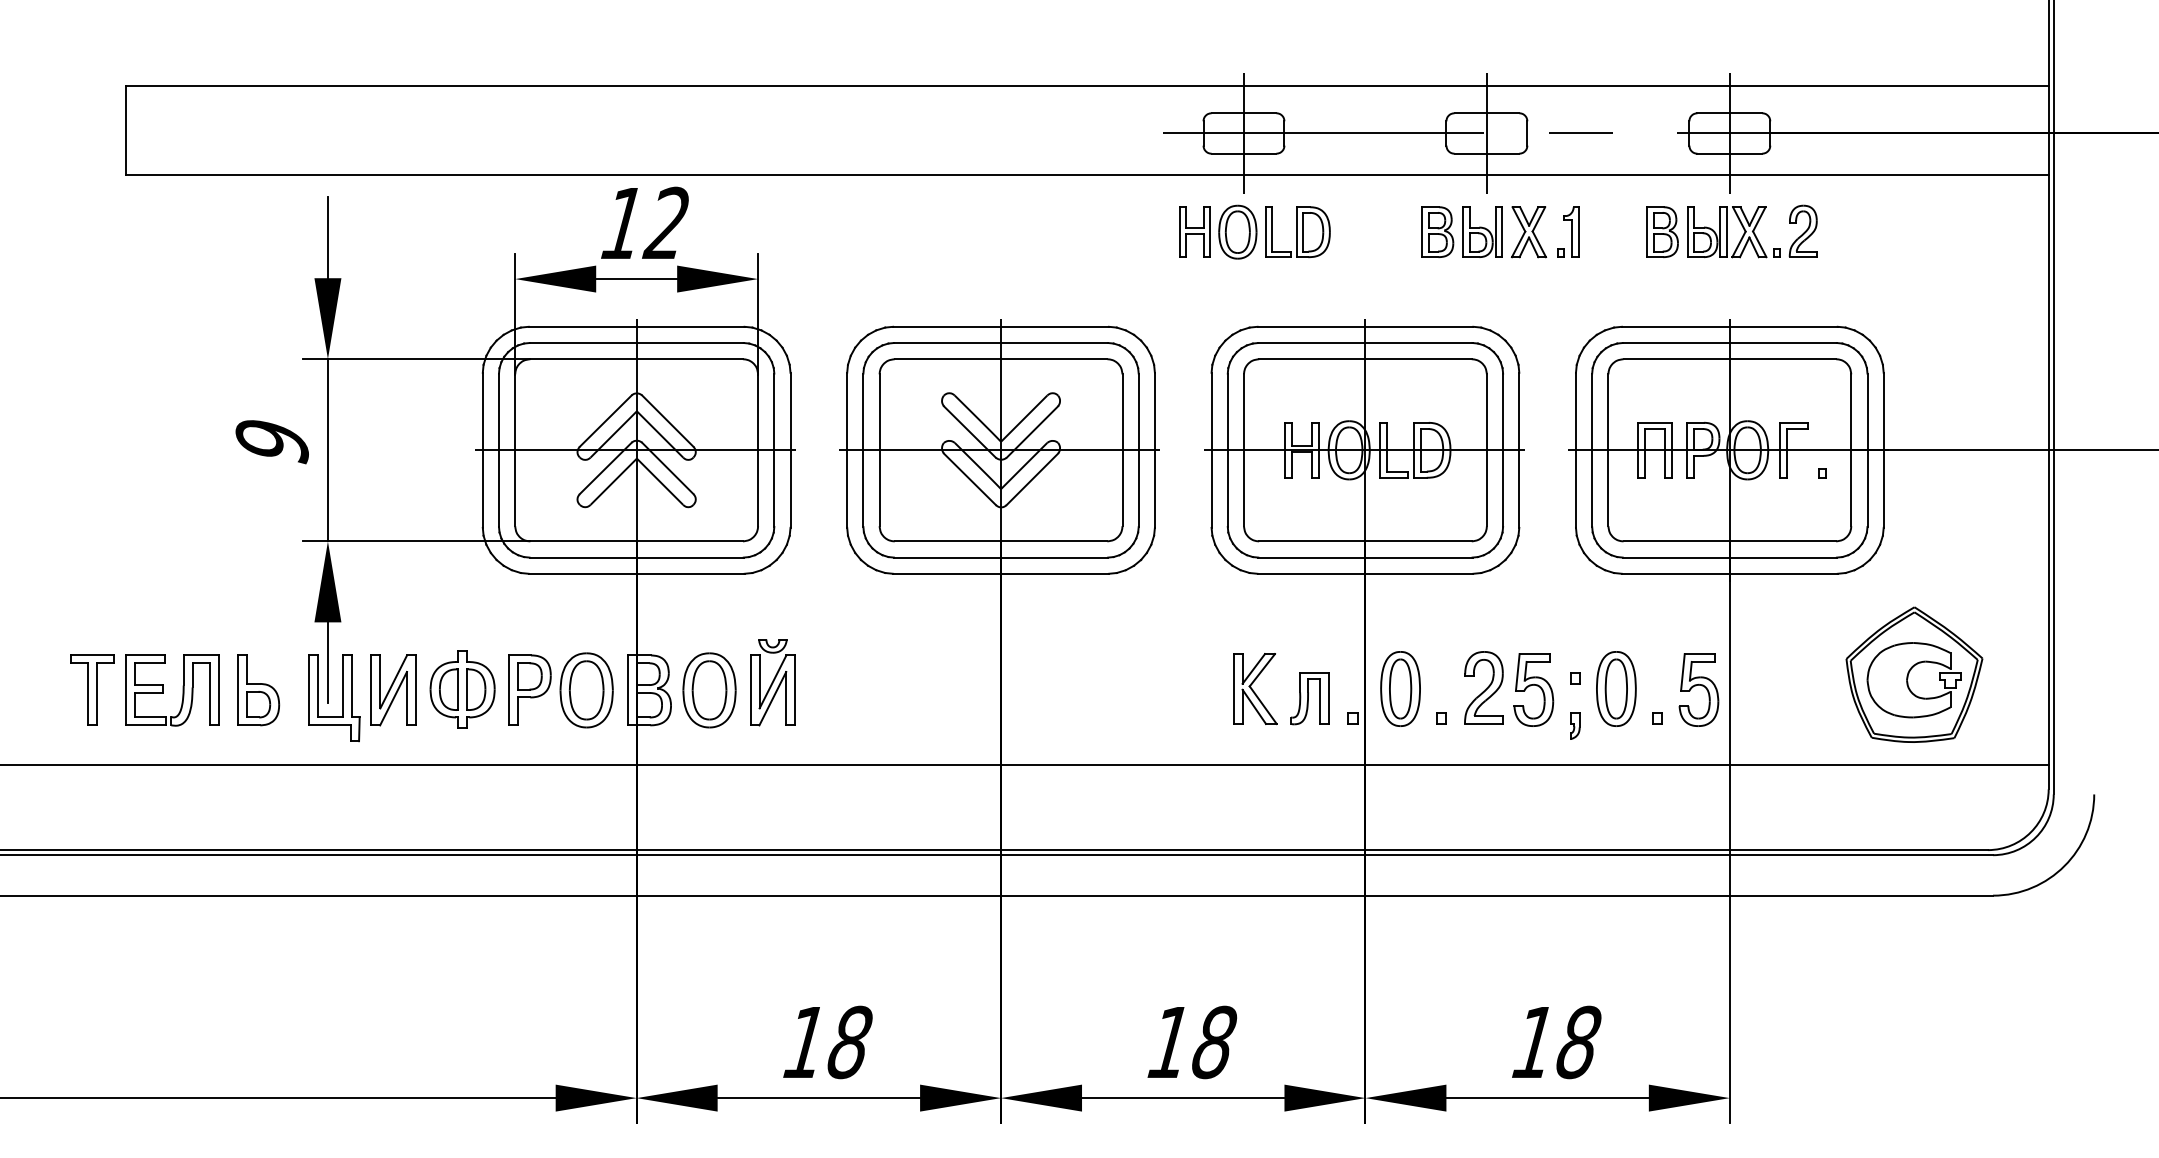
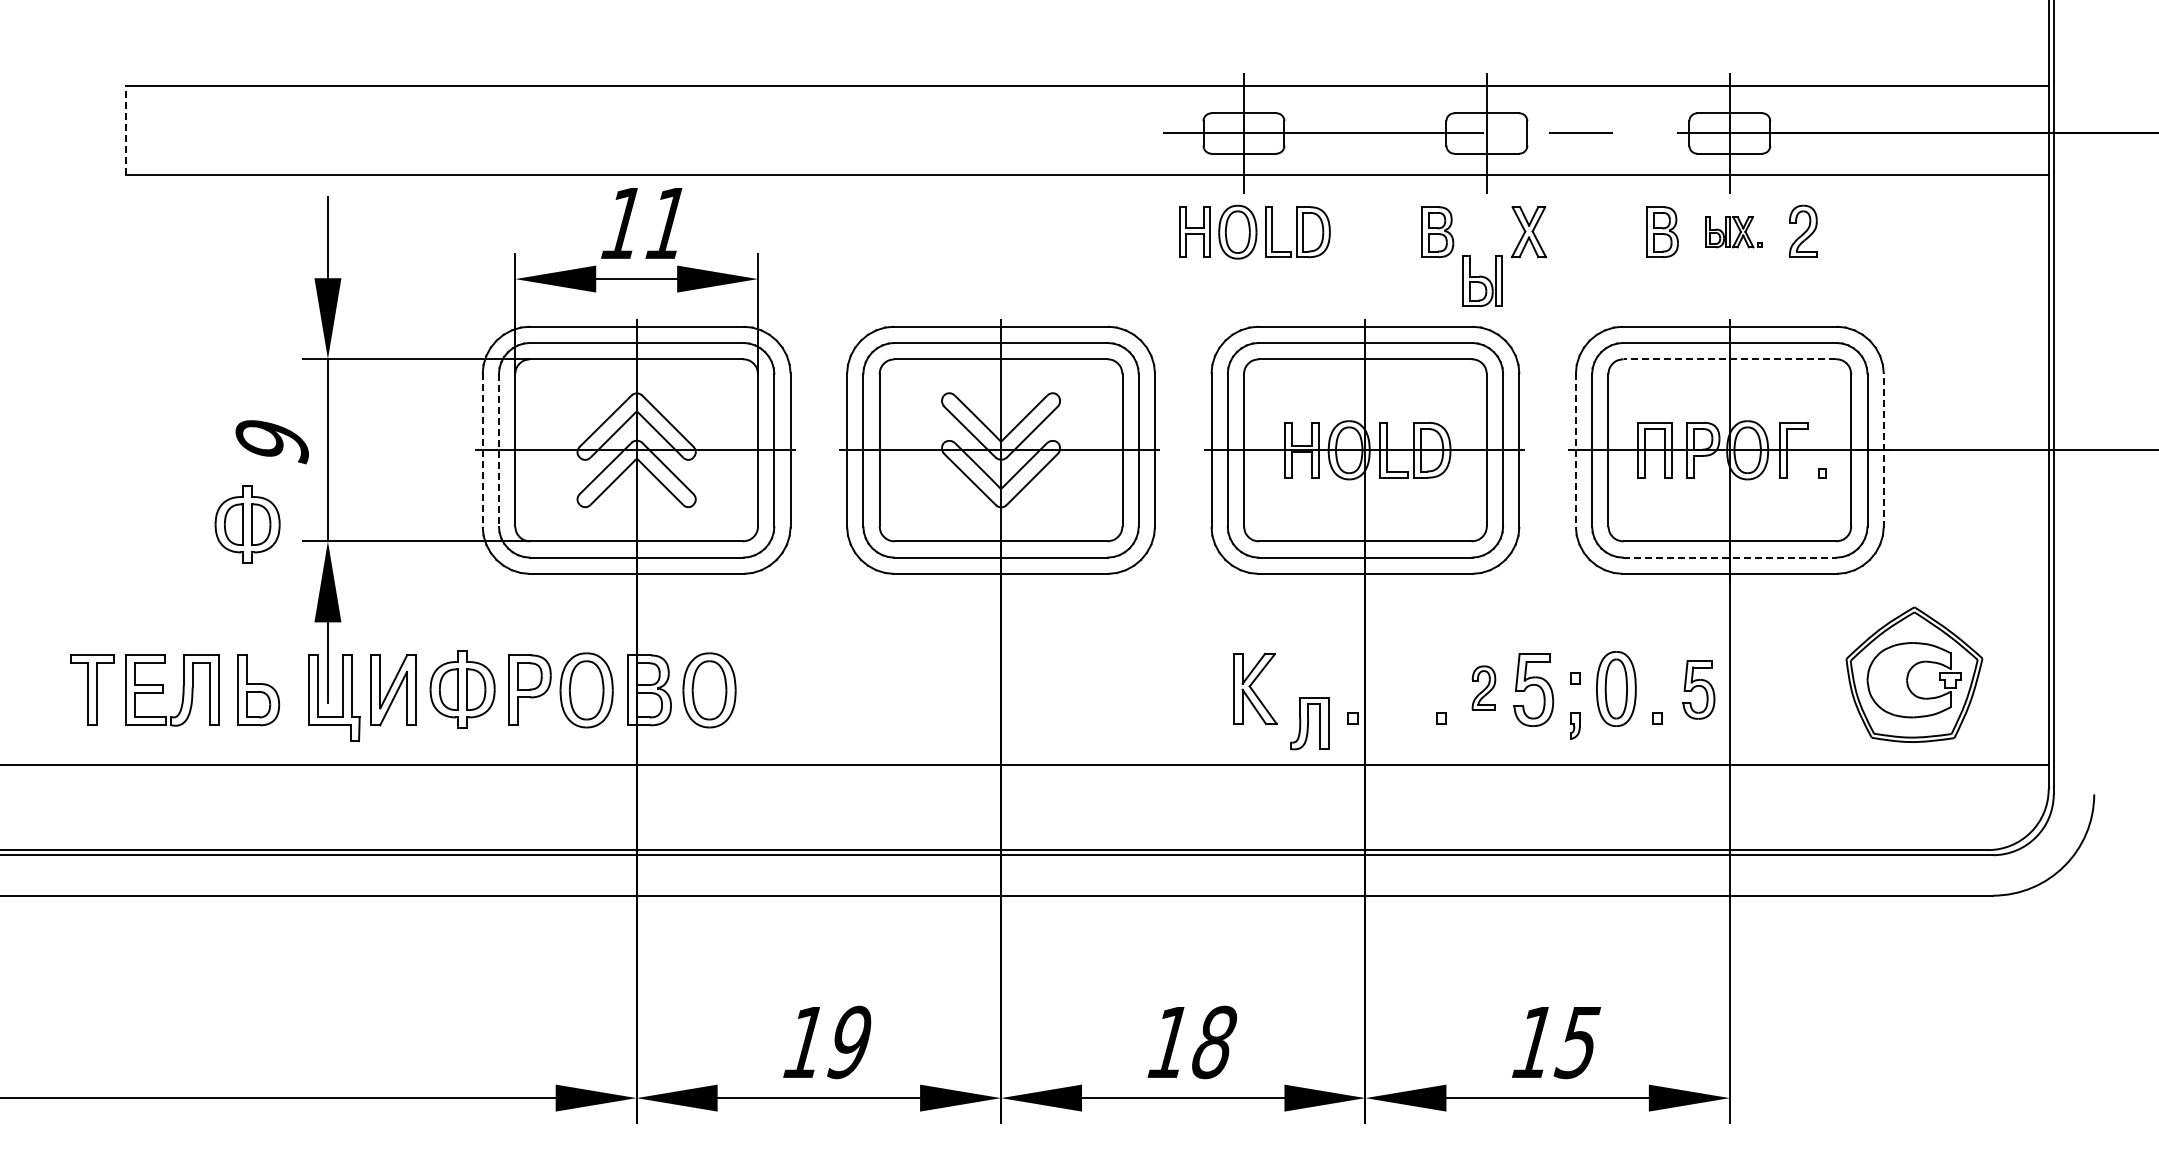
line at (126, 130): solid -> dashed
text at (665, 222): 12 -> 11
part at (1482, 231) position: (1482, 231) -> (1482, 280)
part at (1568, 231): present -> none
part at (1733, 232) size: 94x53 px -> 58x33 px
line at (1729, 359): solid -> dashed
line at (482, 450): solid -> dashed
line at (499, 450): solid -> dashed
line at (1575, 450): solid -> dashed
line at (1883, 450): solid -> dashed
part at (247, 524): none -> present
line at (1730, 557): solid -> dashed
part at (772, 682): present -> none
part at (1483, 687) size: 40x74 px -> 26x46 px
part at (1400, 688): present -> none
part at (1698, 689) size: 42x74 px -> 34x60 px
part at (1309, 698) position: (1309, 698) -> (1309, 723)
text at (849, 1042): 18 -> 19
text at (1577, 1042): 18 -> 15
